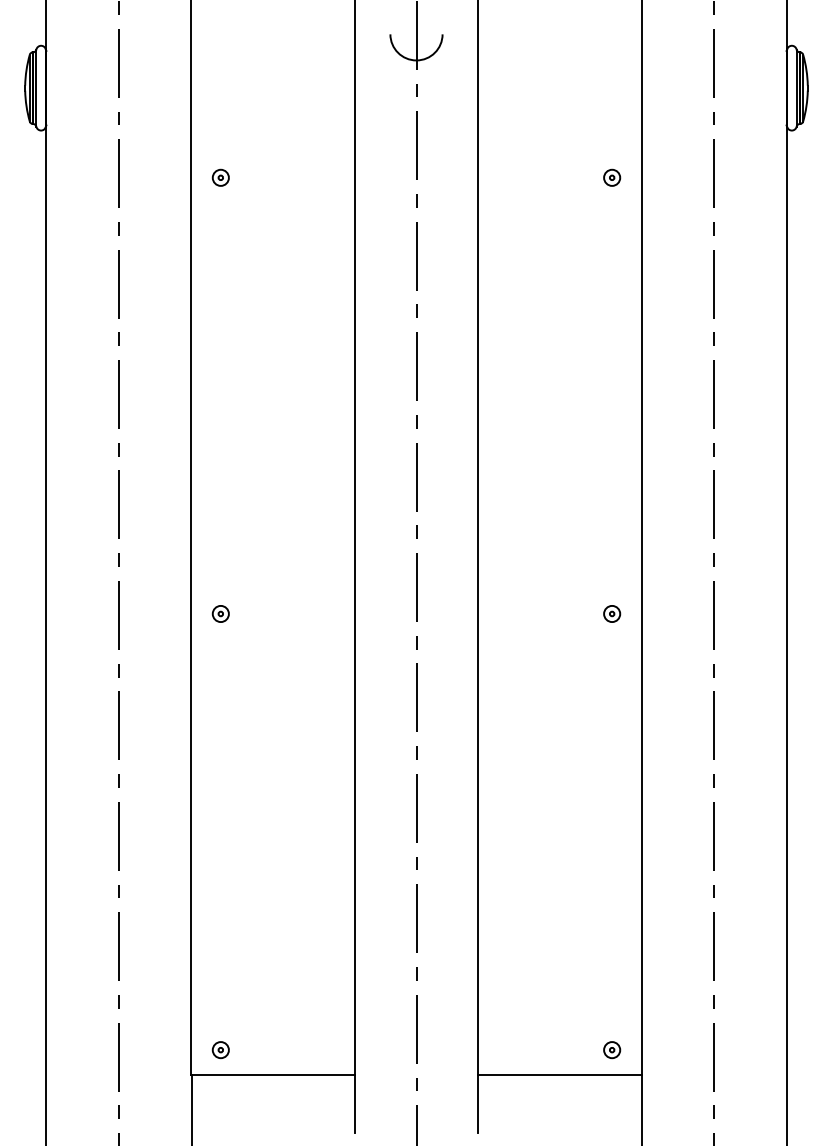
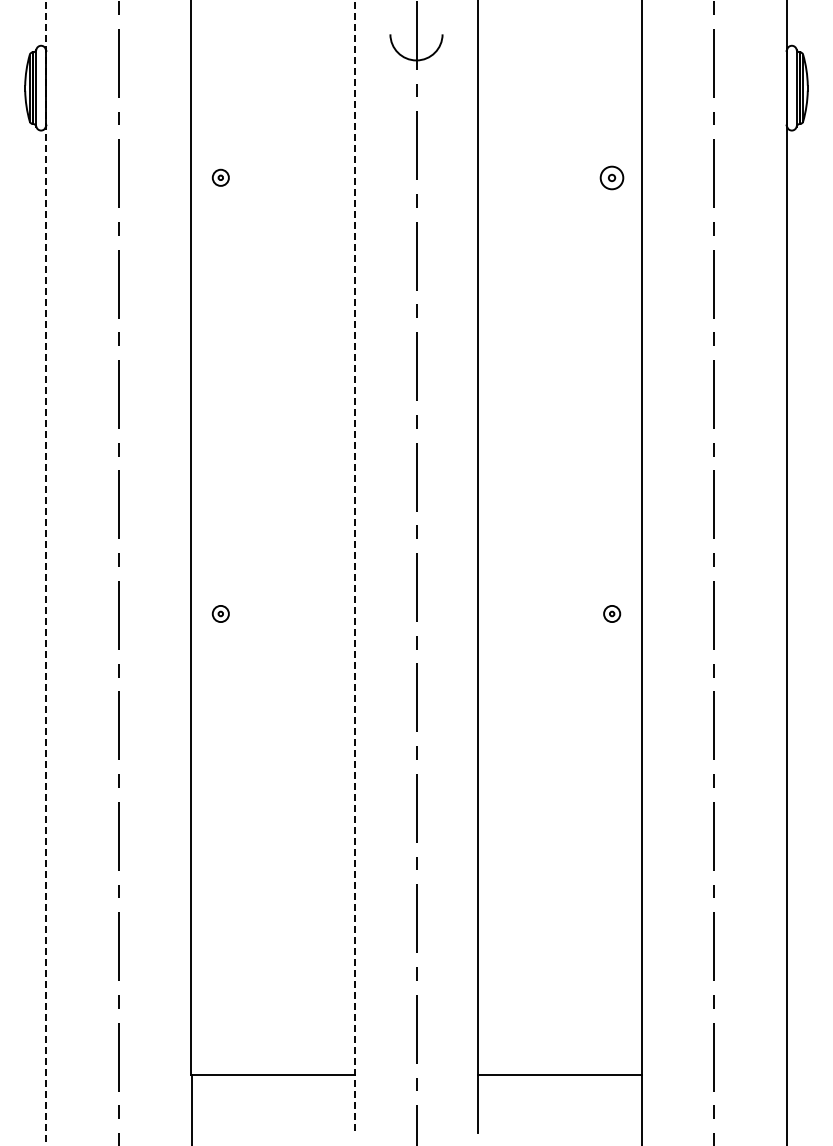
part at (612, 177) size: 19x19 px -> 26x26 px
line at (354, 567): solid -> dashed
line at (46, 573): solid -> dashed
part at (220, 1050): present -> none
part at (612, 1050): present -> none
